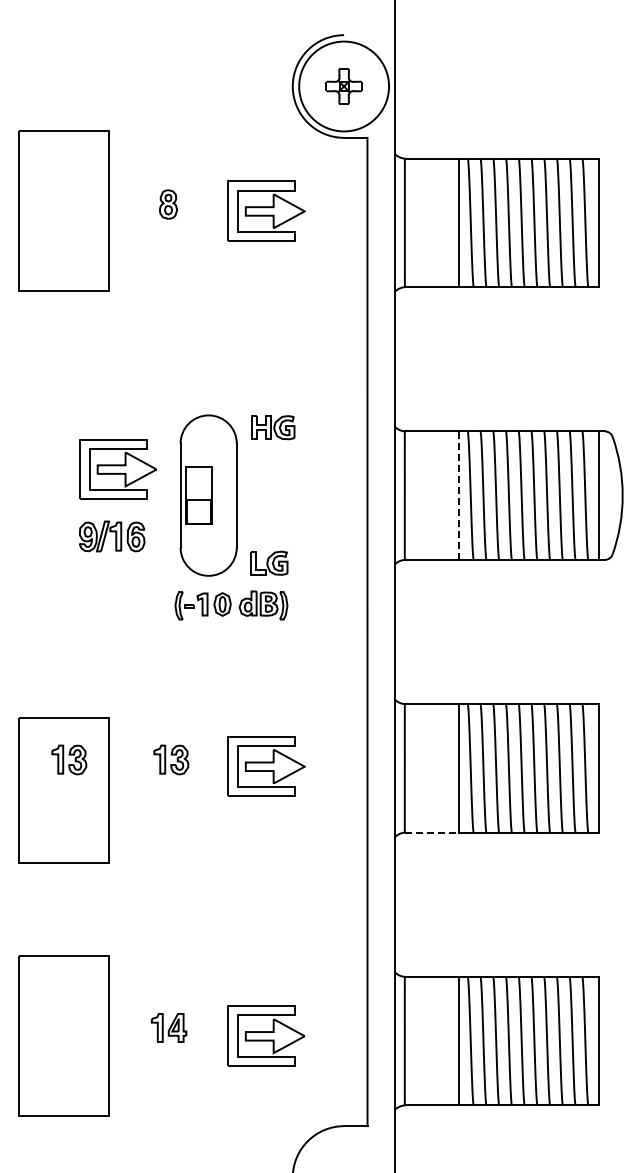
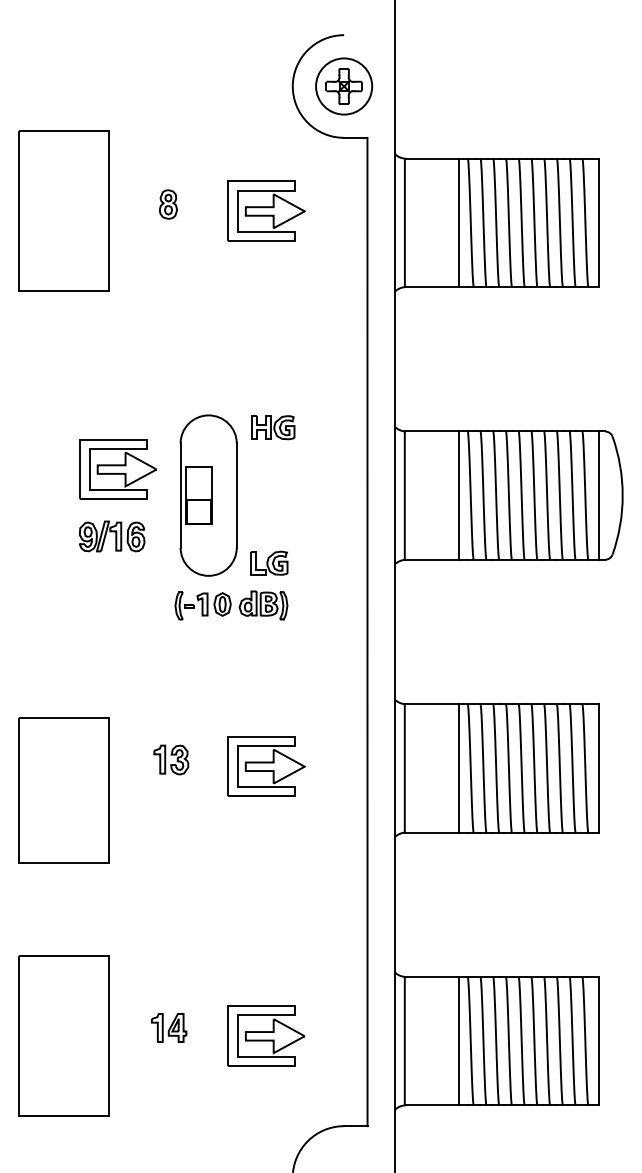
circle at (344, 86) diameter: 90 px -> 56 px
line at (459, 495): dashed -> solid
part at (69, 759): present -> none
line at (432, 832): dashed -> solid
